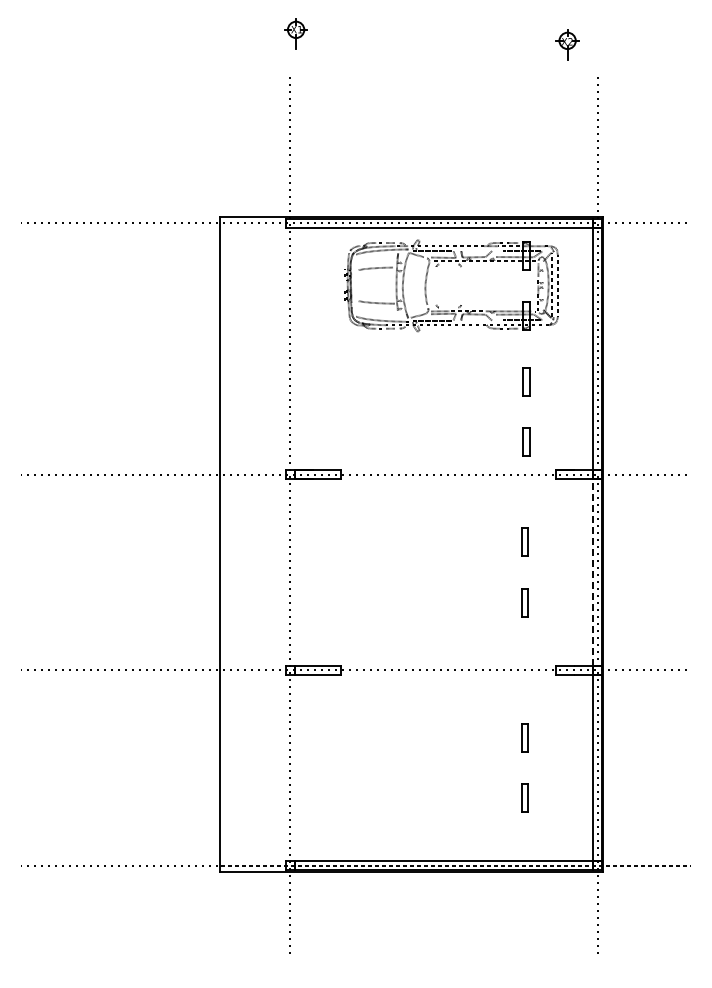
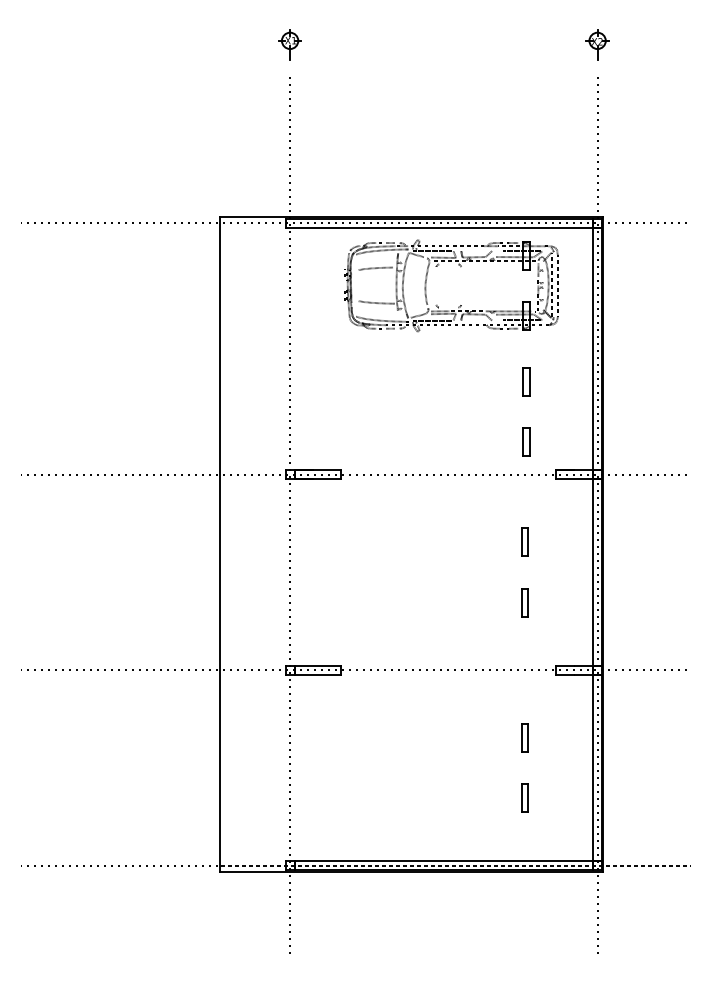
part at (295, 33) position: (295, 33) -> (289, 44)
part at (567, 44) position: (567, 44) -> (597, 44)
line at (593, 572): dashed -> solid
